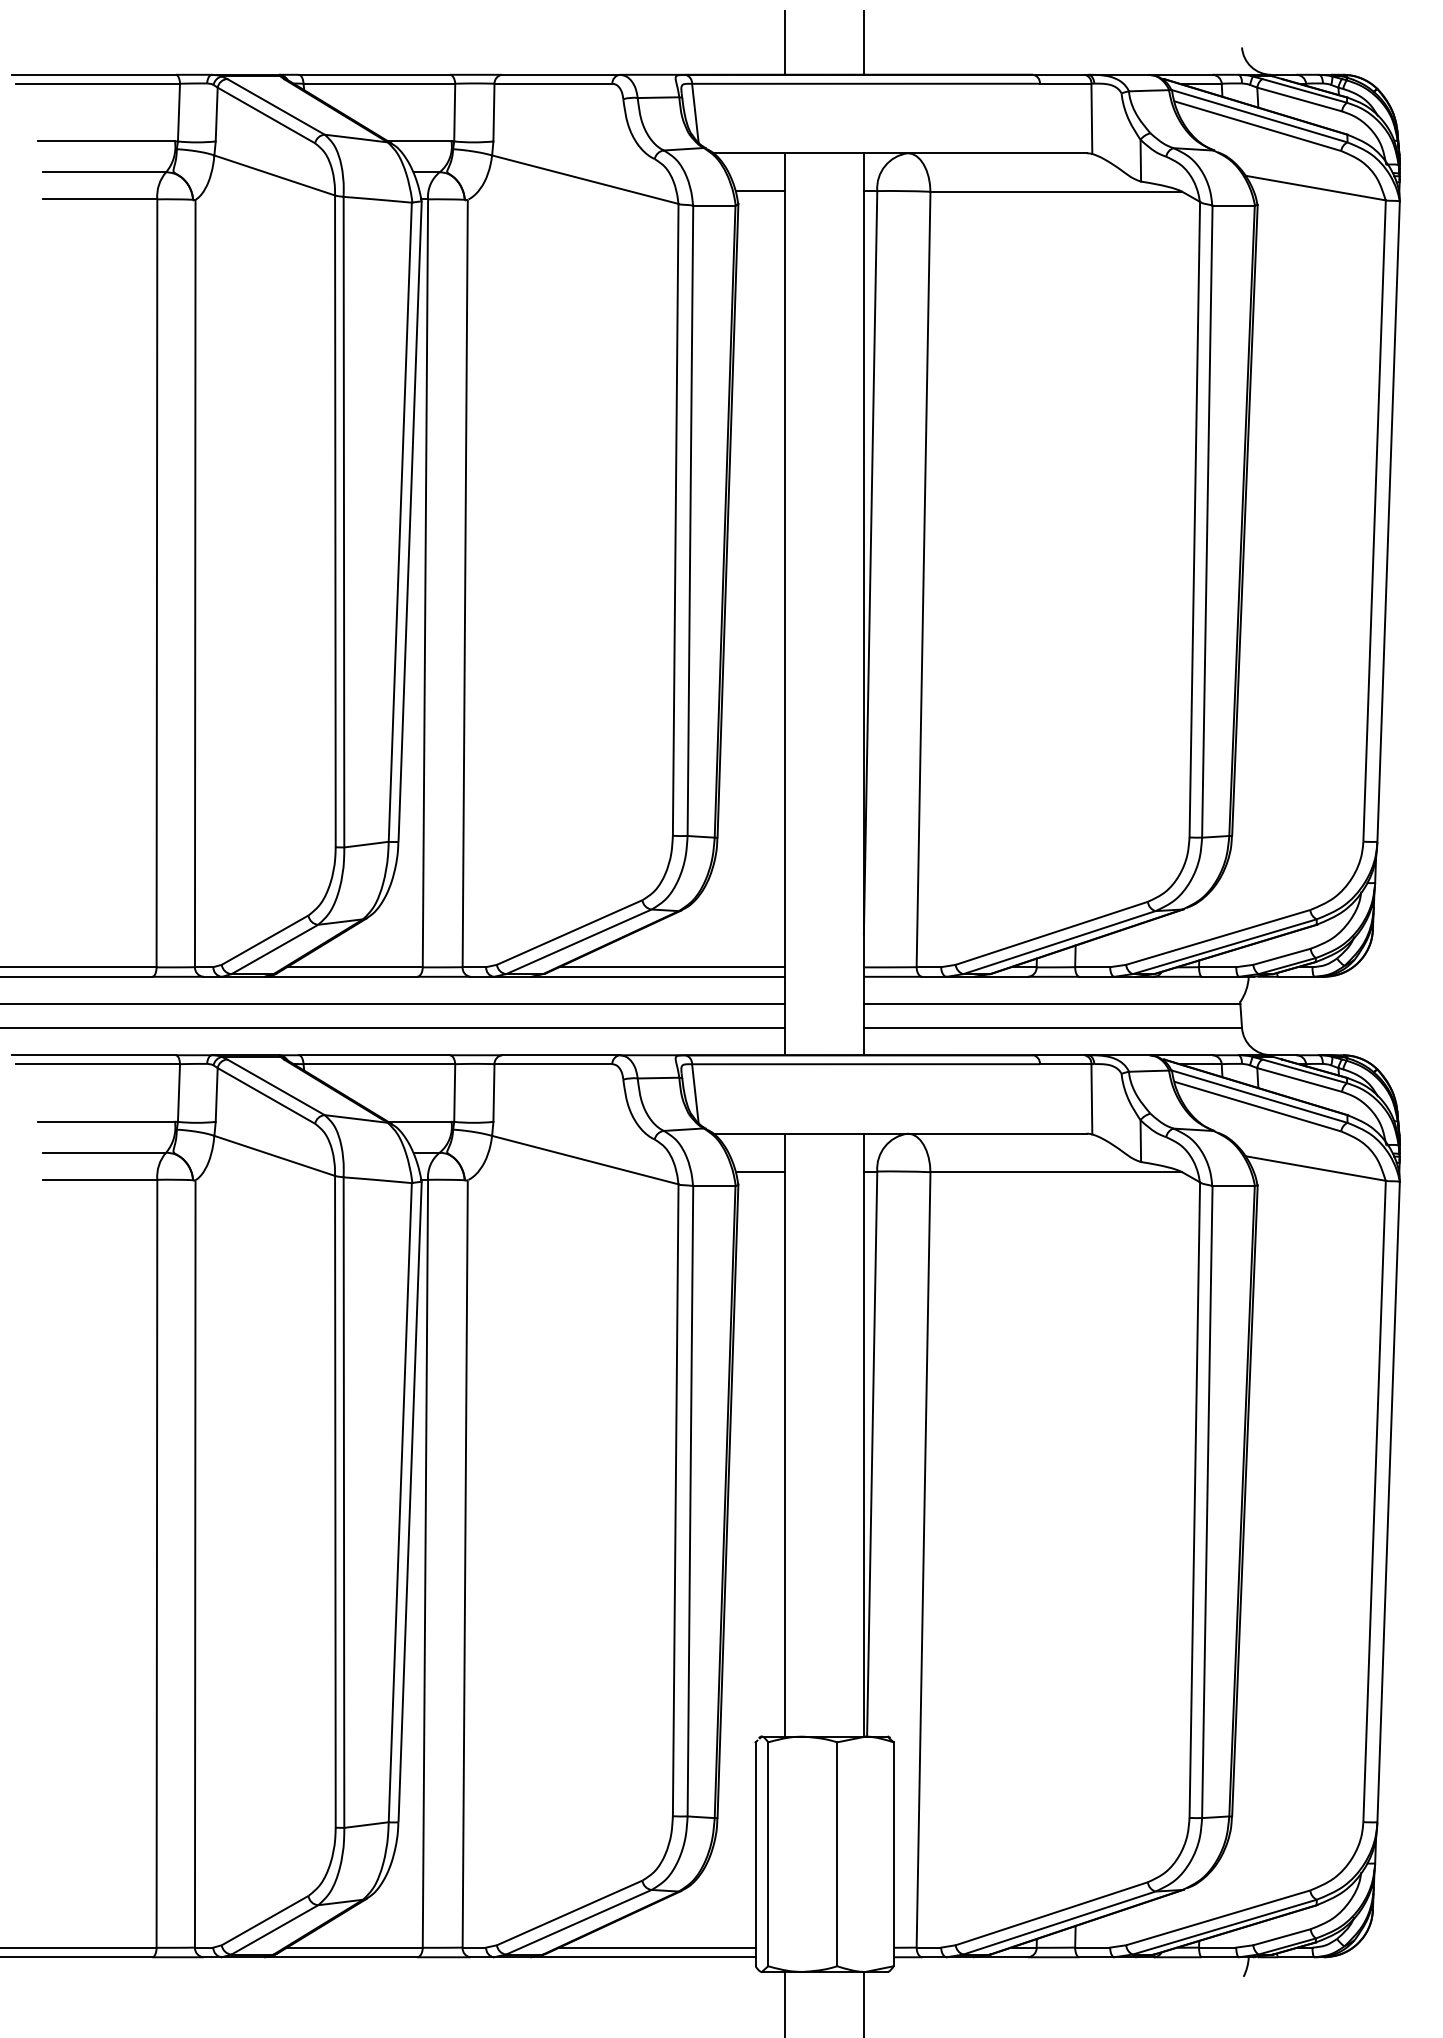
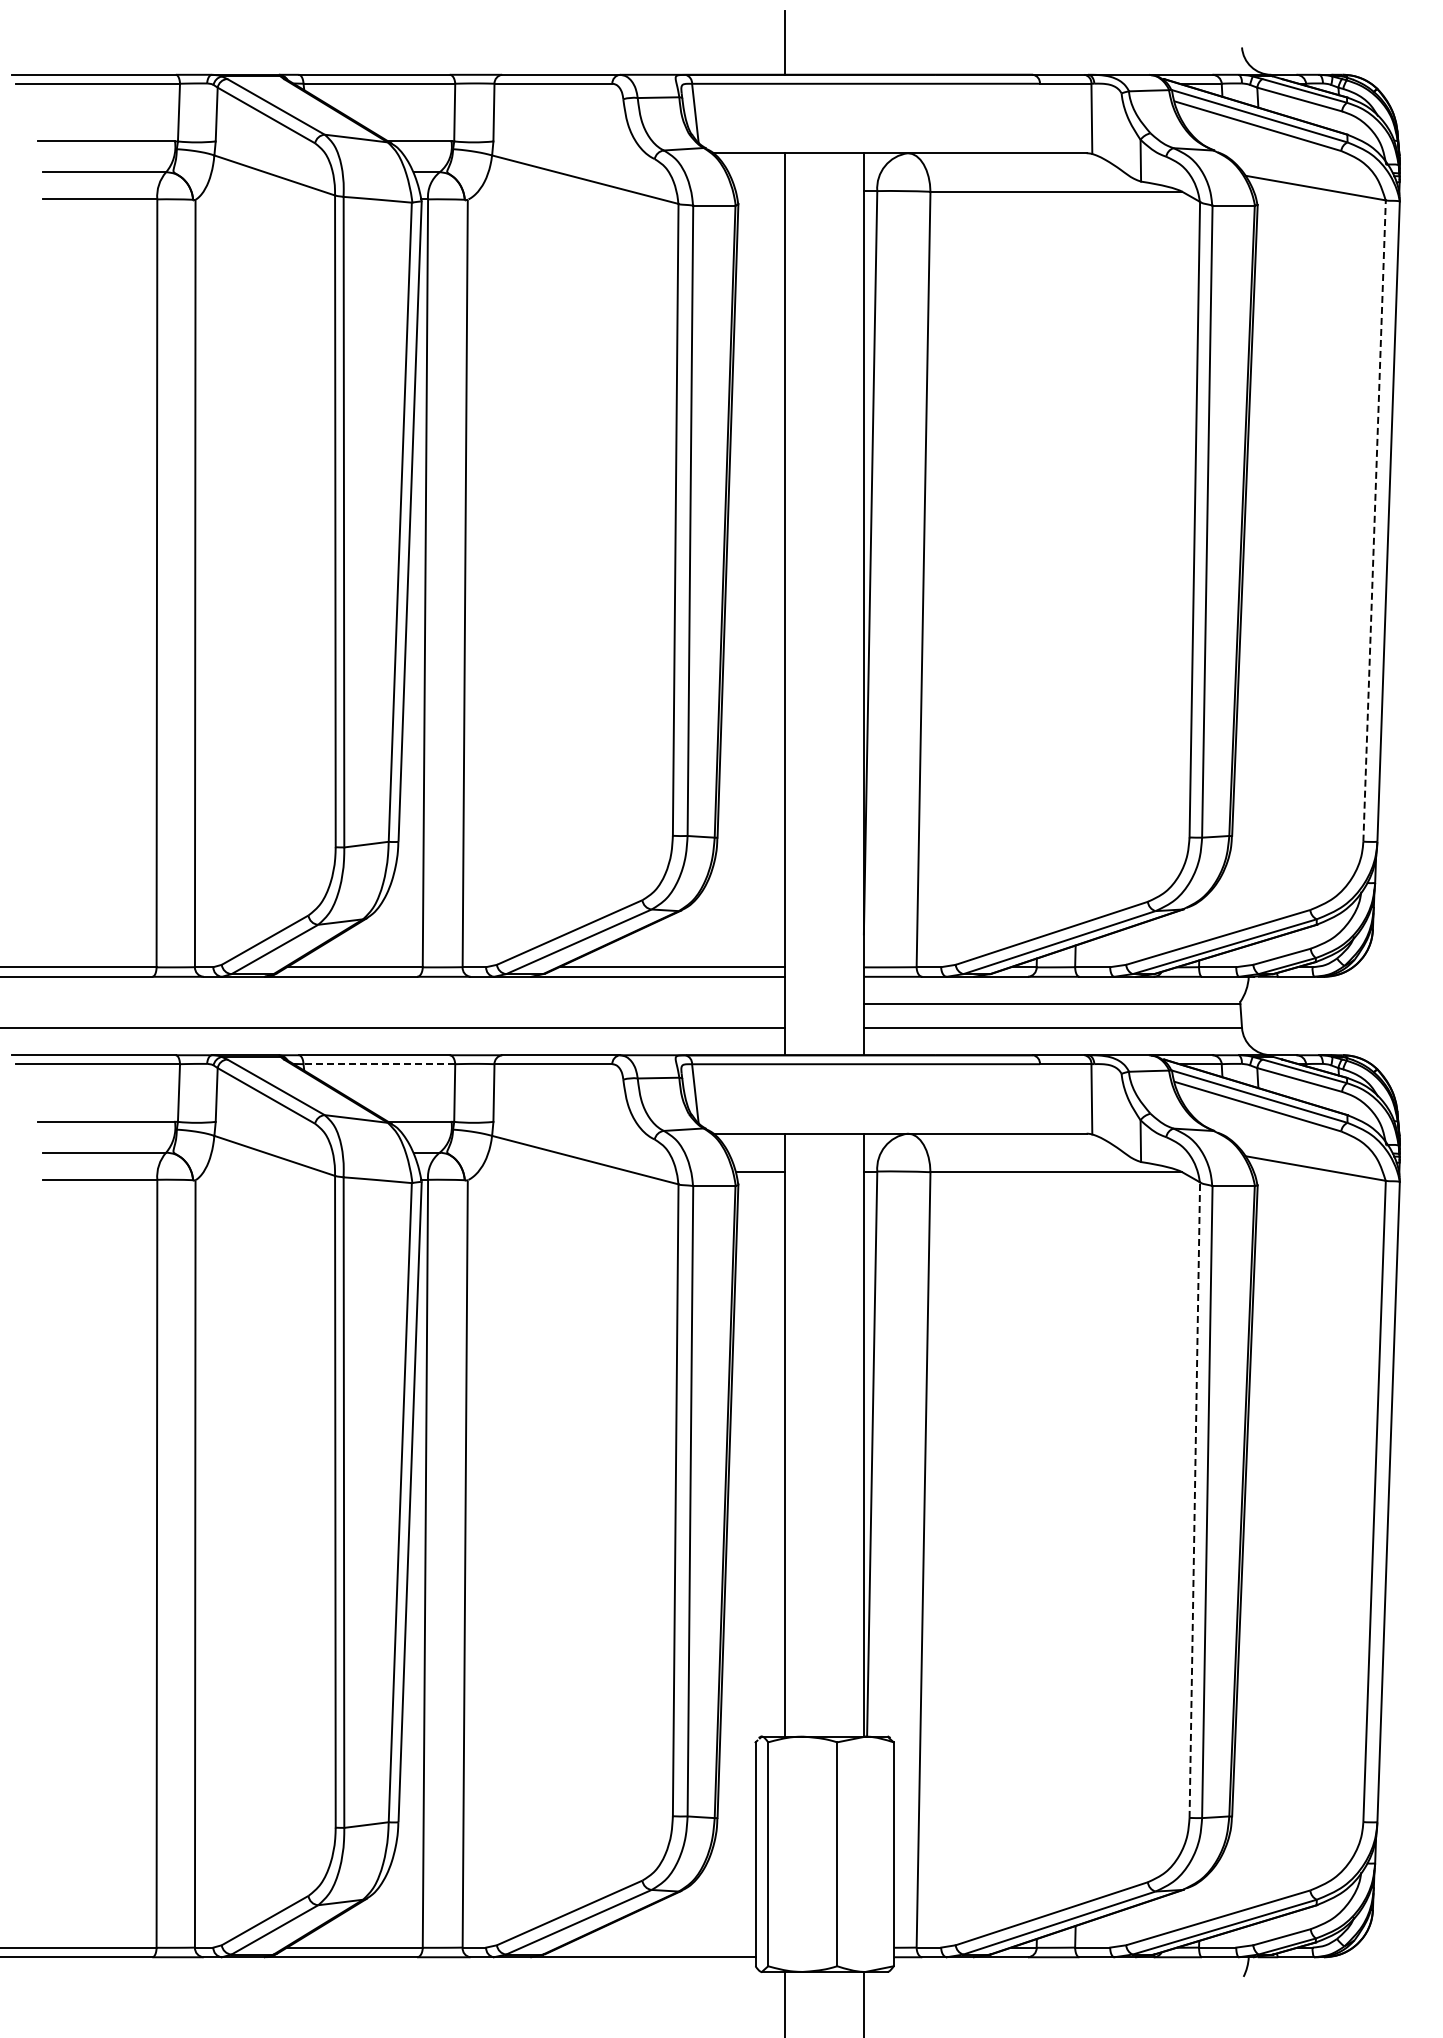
line at (863, 42): present -> none
line at (760, 191): present -> none
line at (1374, 521): solid -> dashed
line at (393, 1004): present -> none
line at (379, 1064): solid -> dashed
line at (1194, 1500): solid -> dashed
line at (657, 1947): present -> none
